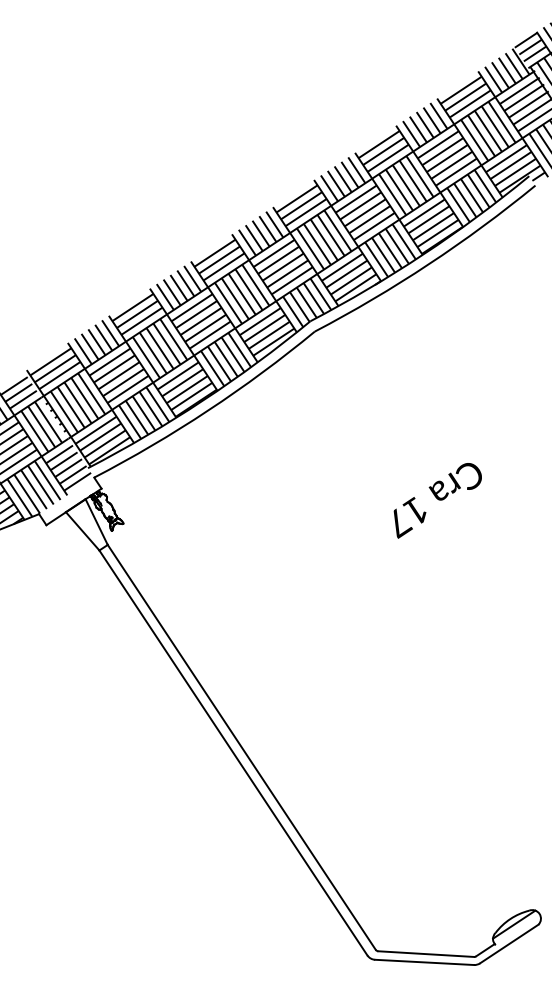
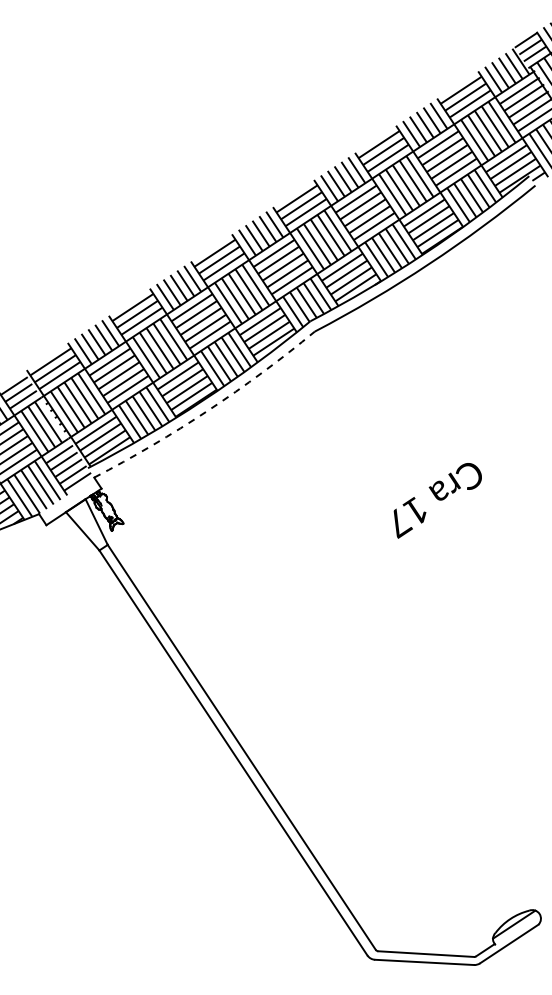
arc at (208, 410): solid -> dashed
